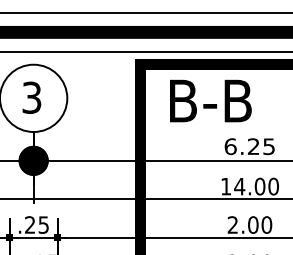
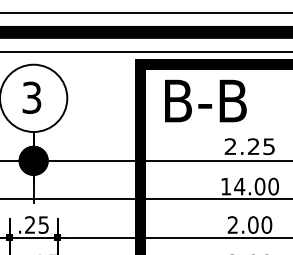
text at (210, 100) position: (210, 100) -> (205, 100)
text at (230, 146): 6.25 -> 2.25
